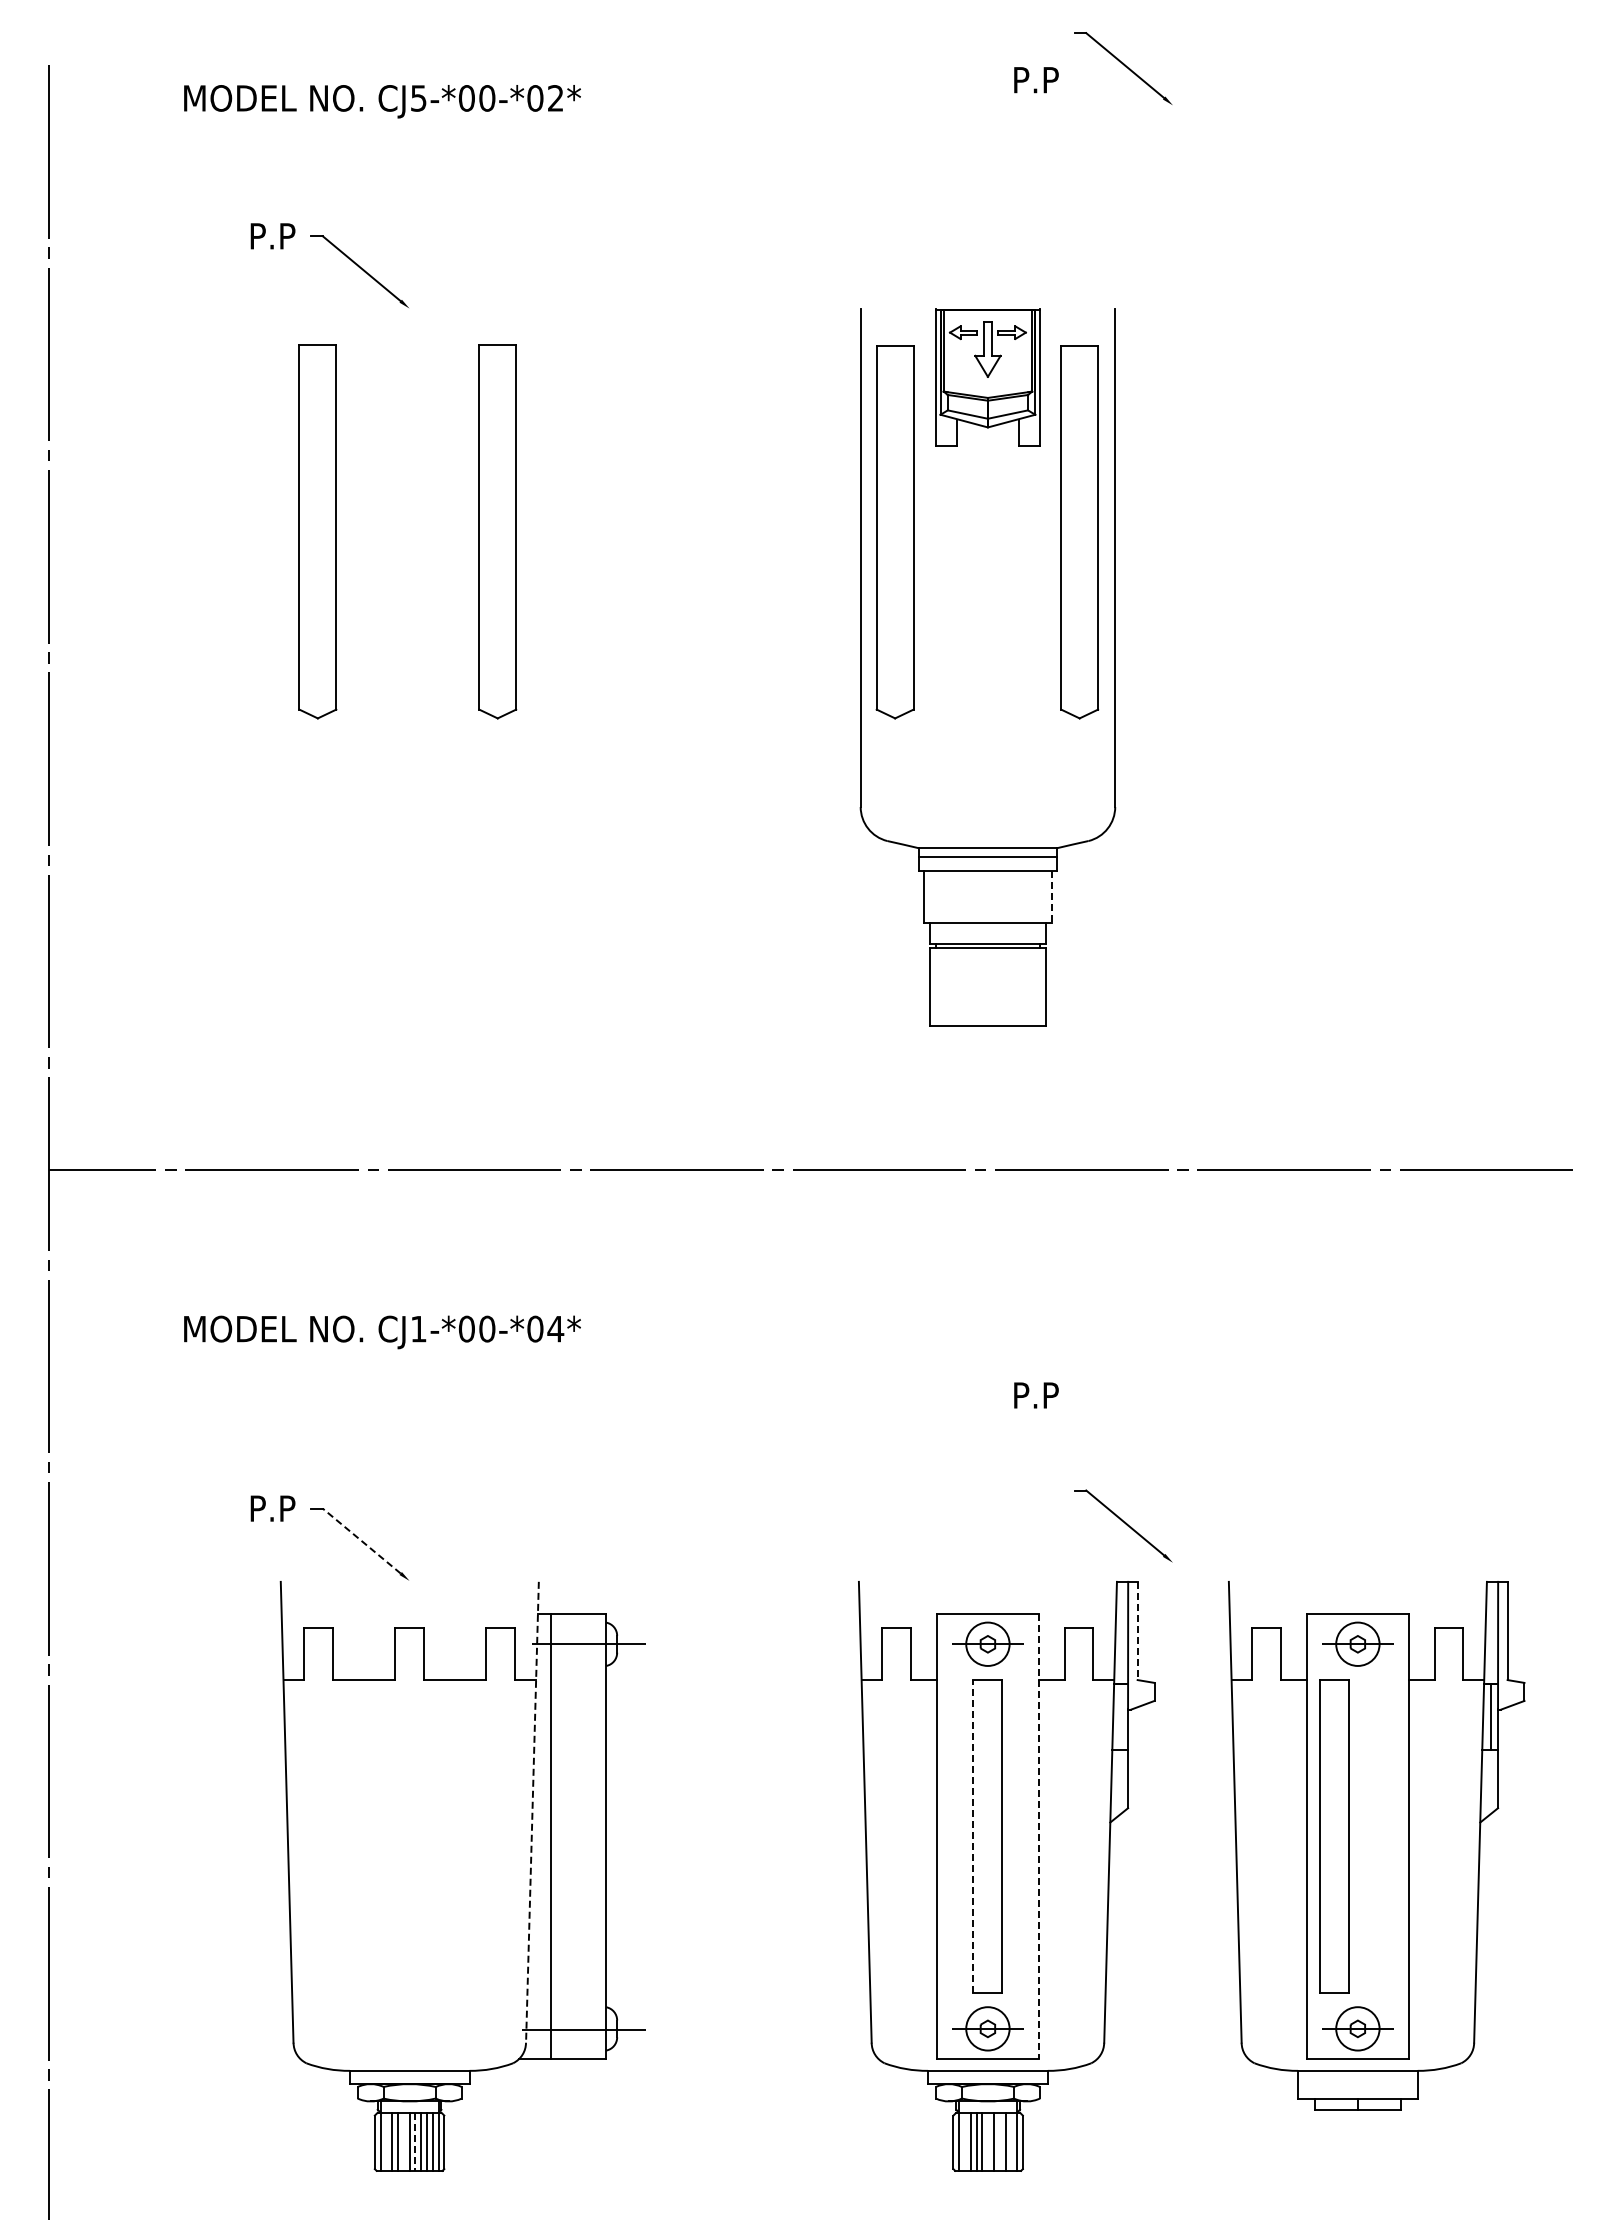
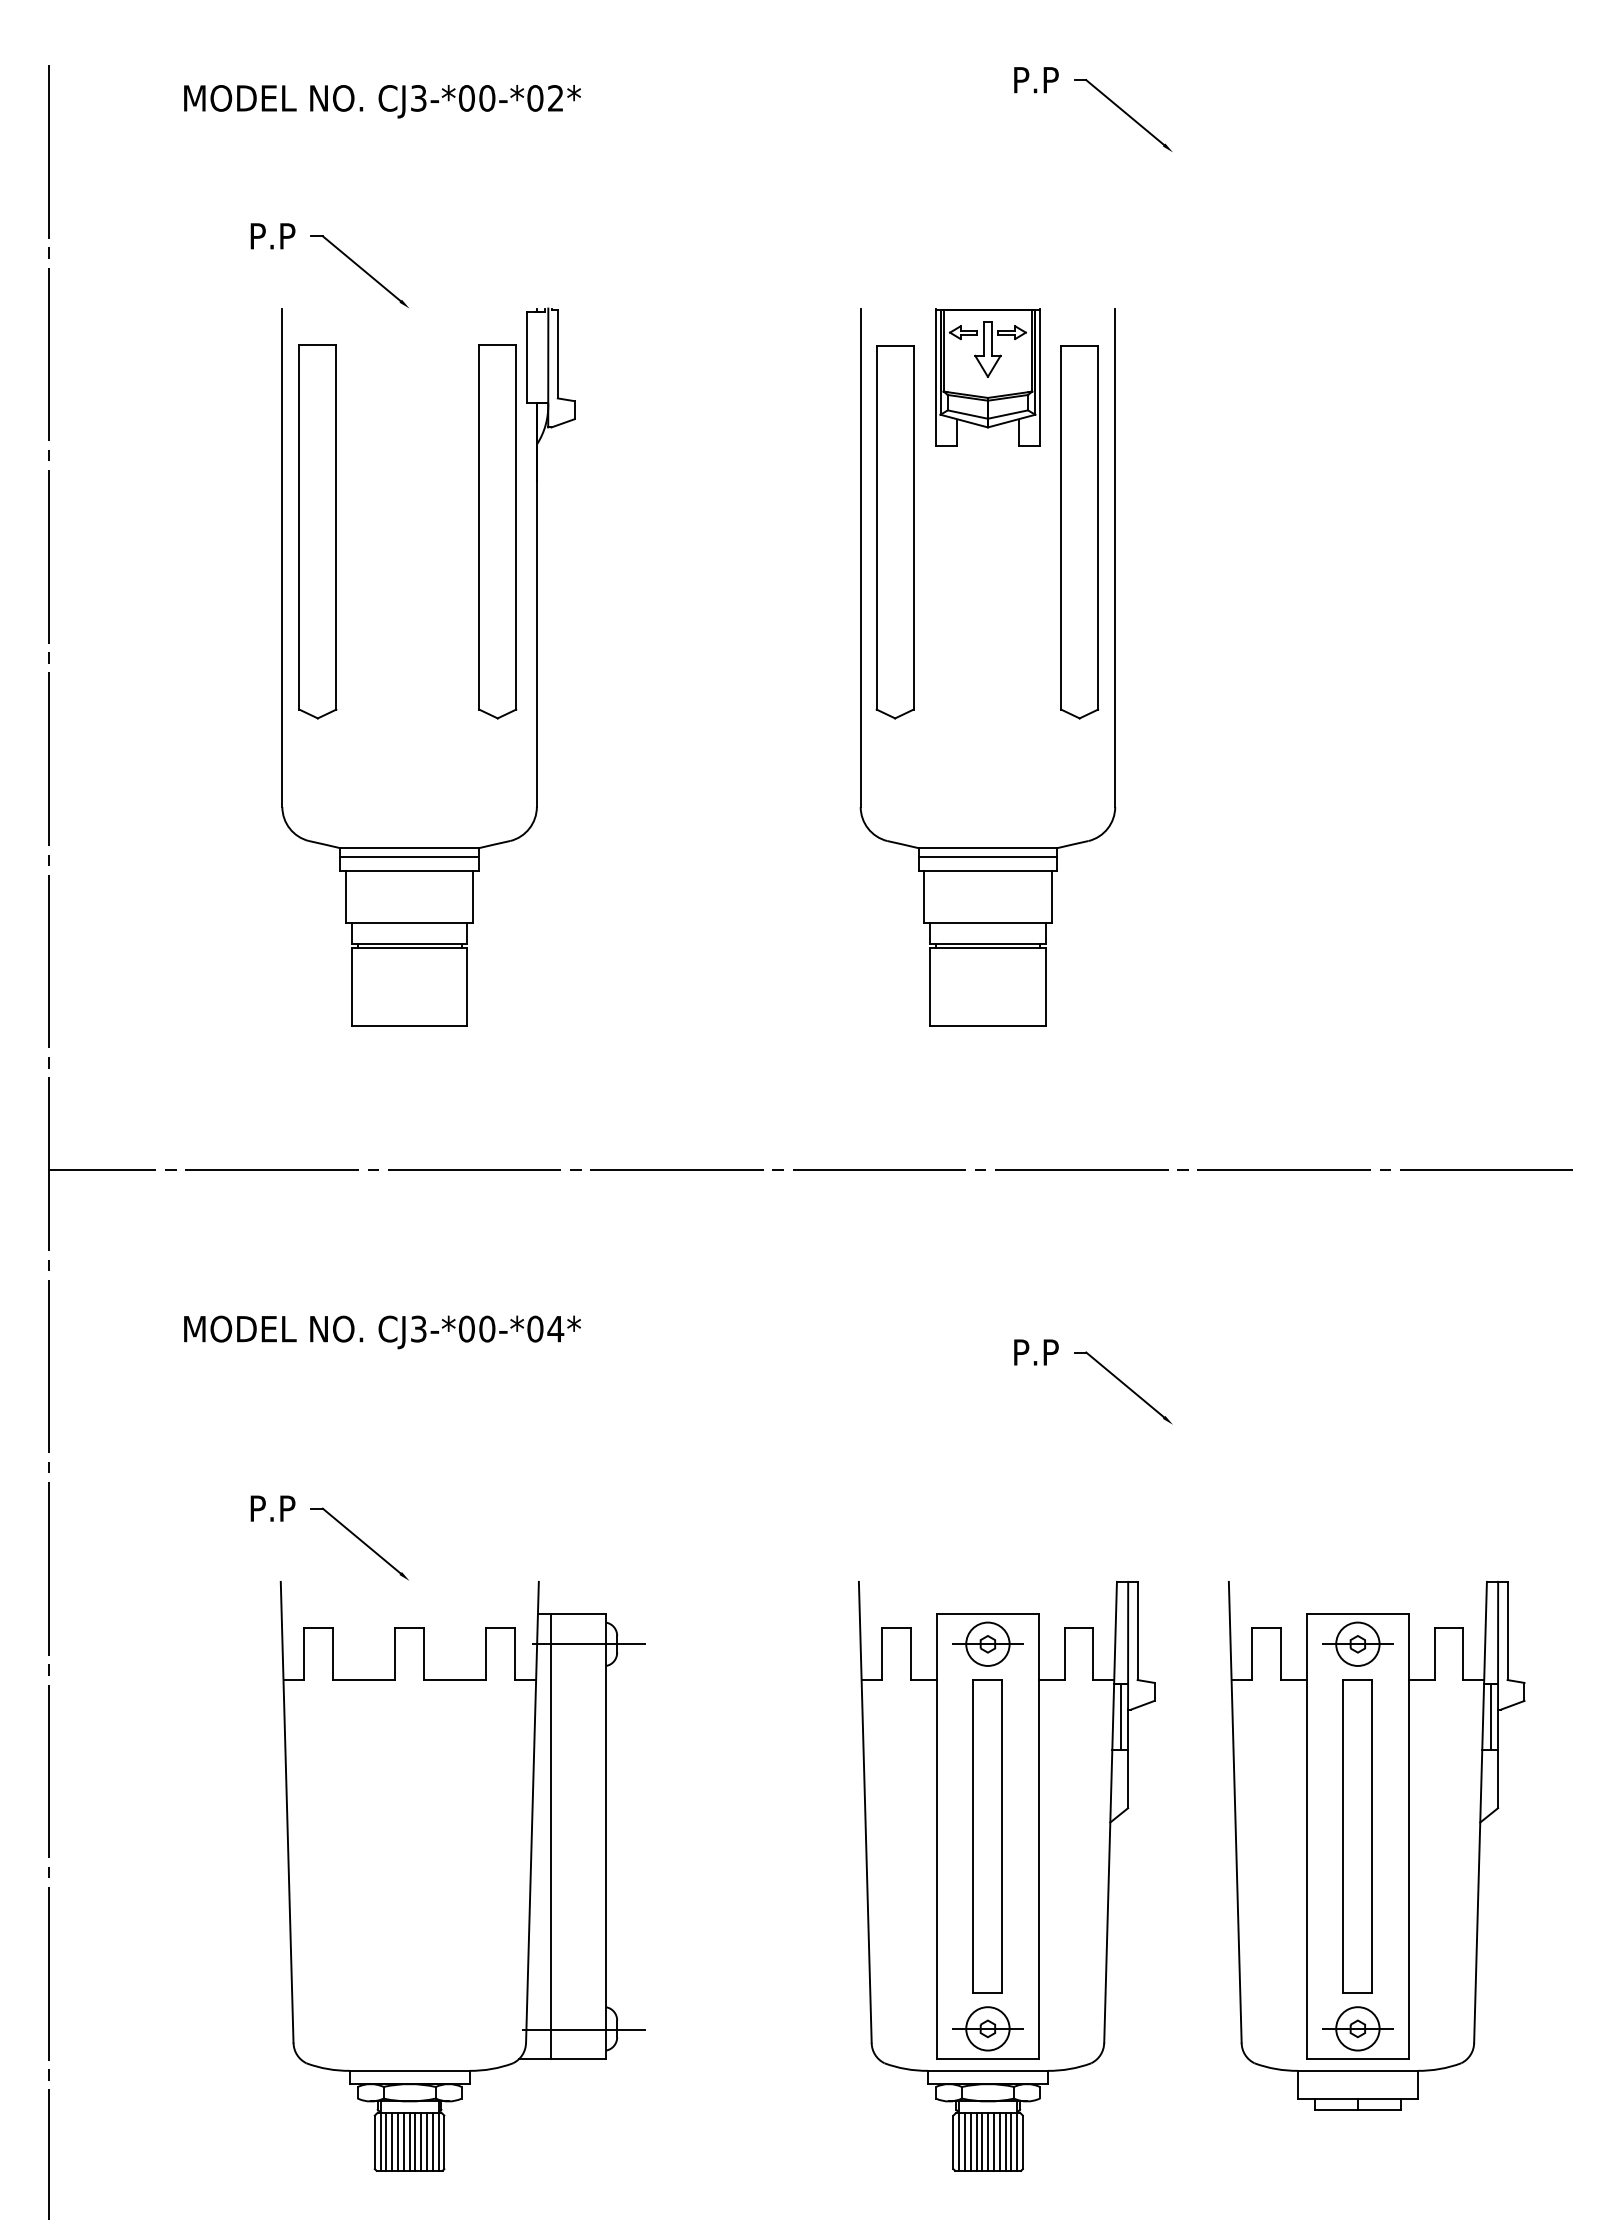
part at (1123, 68) position: (1123, 68) -> (1123, 115)
text at (418, 98): CJ5-*00-*02* -> CJ3-*00-*02*
part at (536, 666): none -> present
line at (1051, 897): dashed -> solid
text at (418, 1328): CJ1-*00-*04* -> CJ3-*00-*04*
text at (1036, 1395) position: (1036, 1395) -> (1036, 1352)
part at (1123, 1525) position: (1123, 1525) -> (1123, 1387)
line at (361, 1541): dashed -> solid
line at (1137, 1631): dashed -> solid
line at (1121, 1717): none -> present
line at (532, 1812): dashed -> solid
line at (973, 1836): dashed -> solid
line at (1038, 1836): dashed -> solid
part at (1334, 1836) position: (1334, 1836) -> (1357, 1836)
line at (386, 2141): none -> present
line at (403, 2141): none -> present
line at (965, 2141): none -> present
line at (988, 2141): none -> present
line at (999, 2141): none -> present
line at (1011, 2141): none -> present
line at (415, 2142): dashed -> solid
